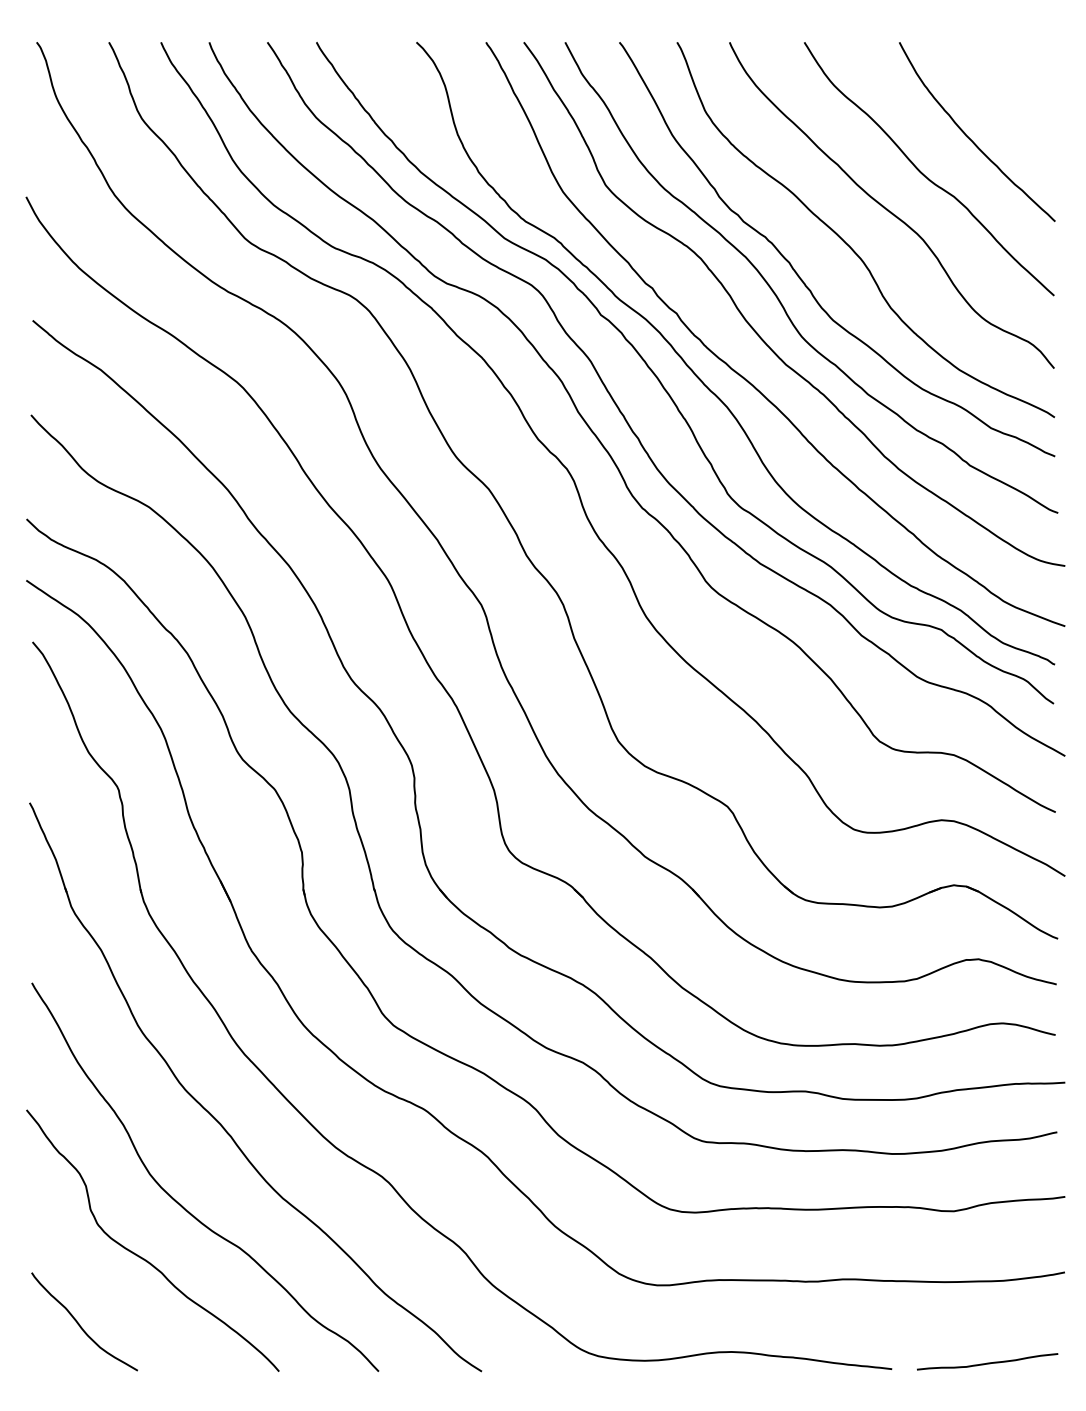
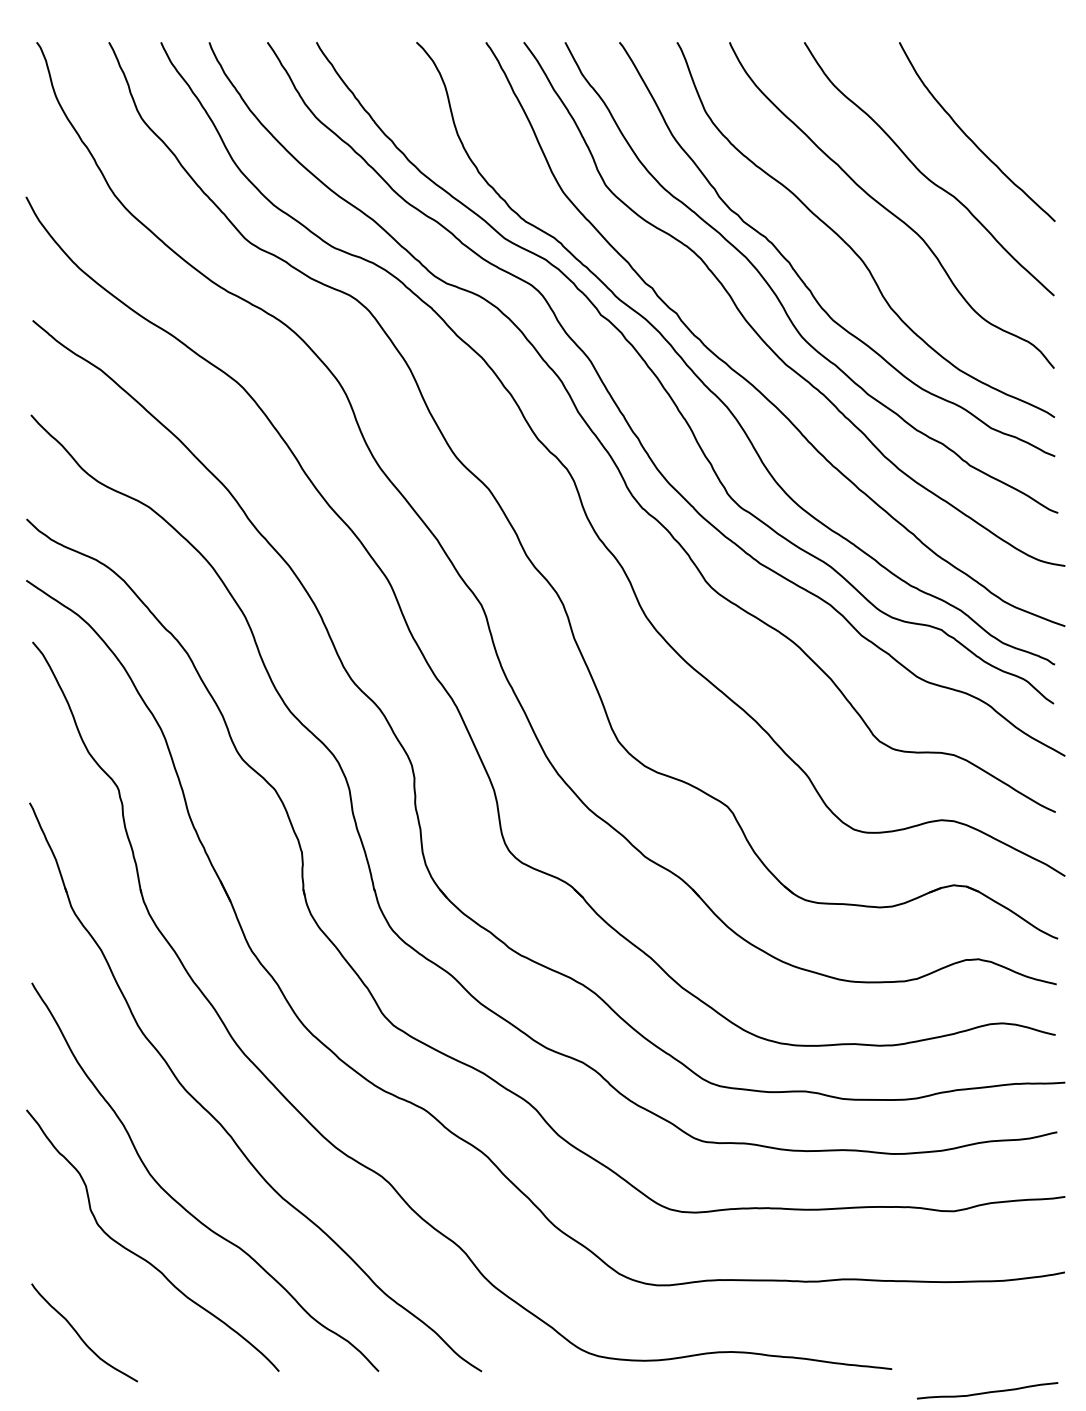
curve at (79, 1323) position: (79, 1323) -> (79, 1334)
curve at (987, 1362) position: (987, 1362) -> (987, 1391)
